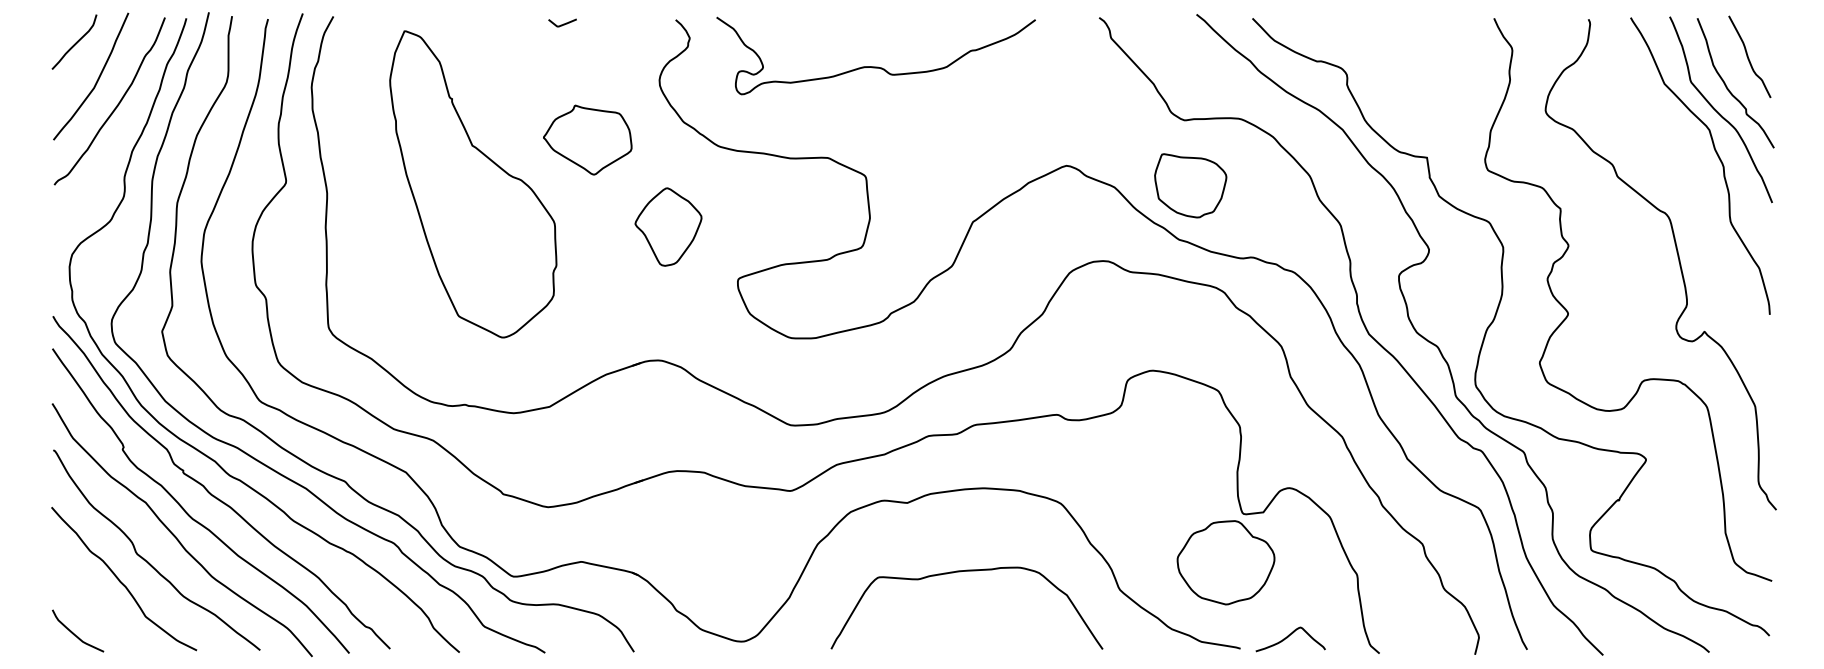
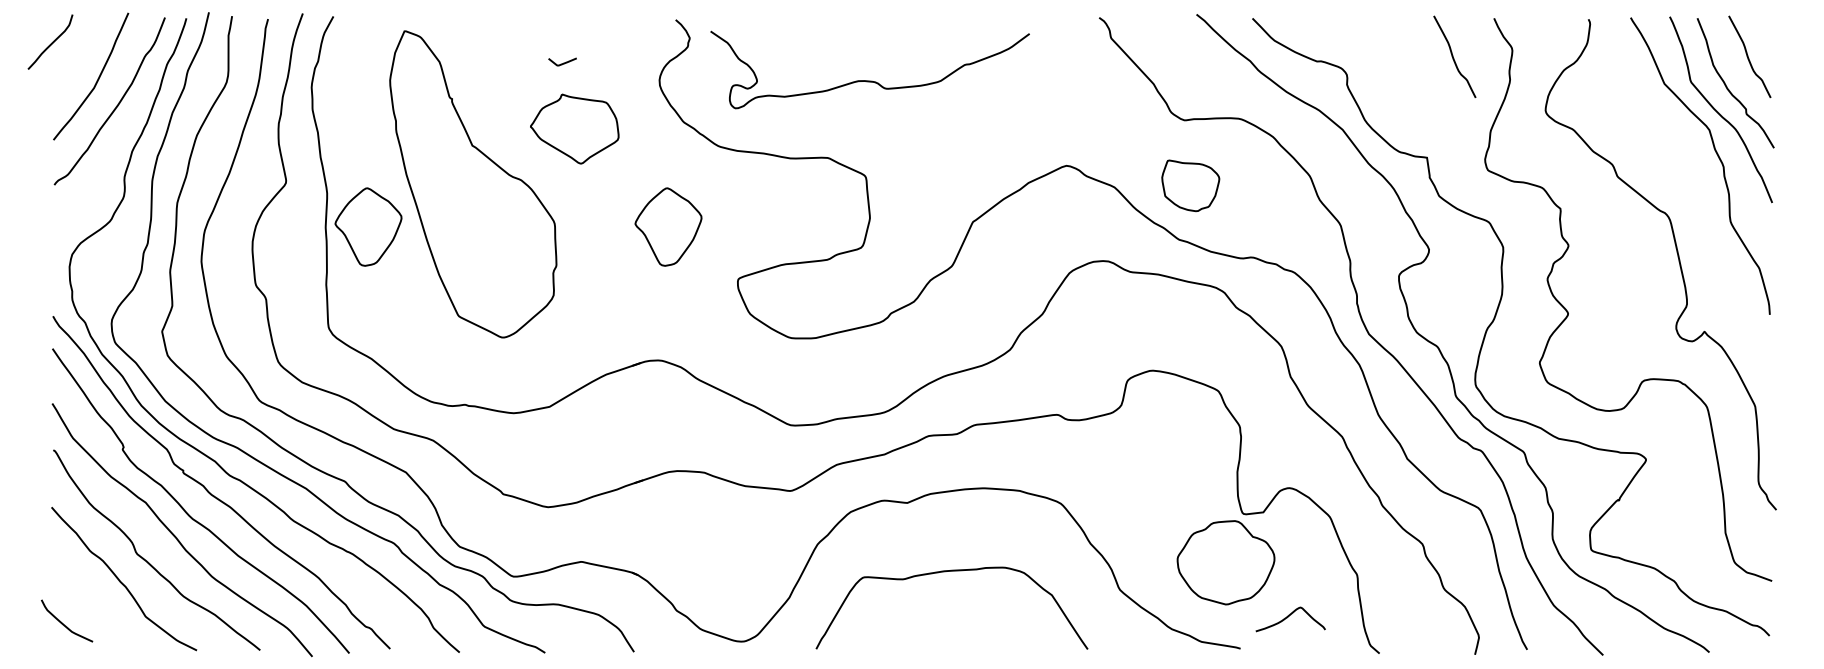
curve at (563, 23) position: (563, 23) -> (563, 62)
curve at (75, 42) position: (75, 42) -> (51, 42)
curve at (1453, 56): none -> present
curve at (875, 66) position: (875, 66) -> (869, 80)
part at (587, 139) position: (587, 139) -> (574, 128)
part at (1190, 185) size: 74x66 px -> 60x54 px
part at (368, 226): none -> present
curve at (960, 572) position: (960, 572) -> (945, 572)
curve at (74, 633) position: (74, 633) -> (63, 623)
curve at (1288, 637) position: (1288, 637) -> (1288, 617)
